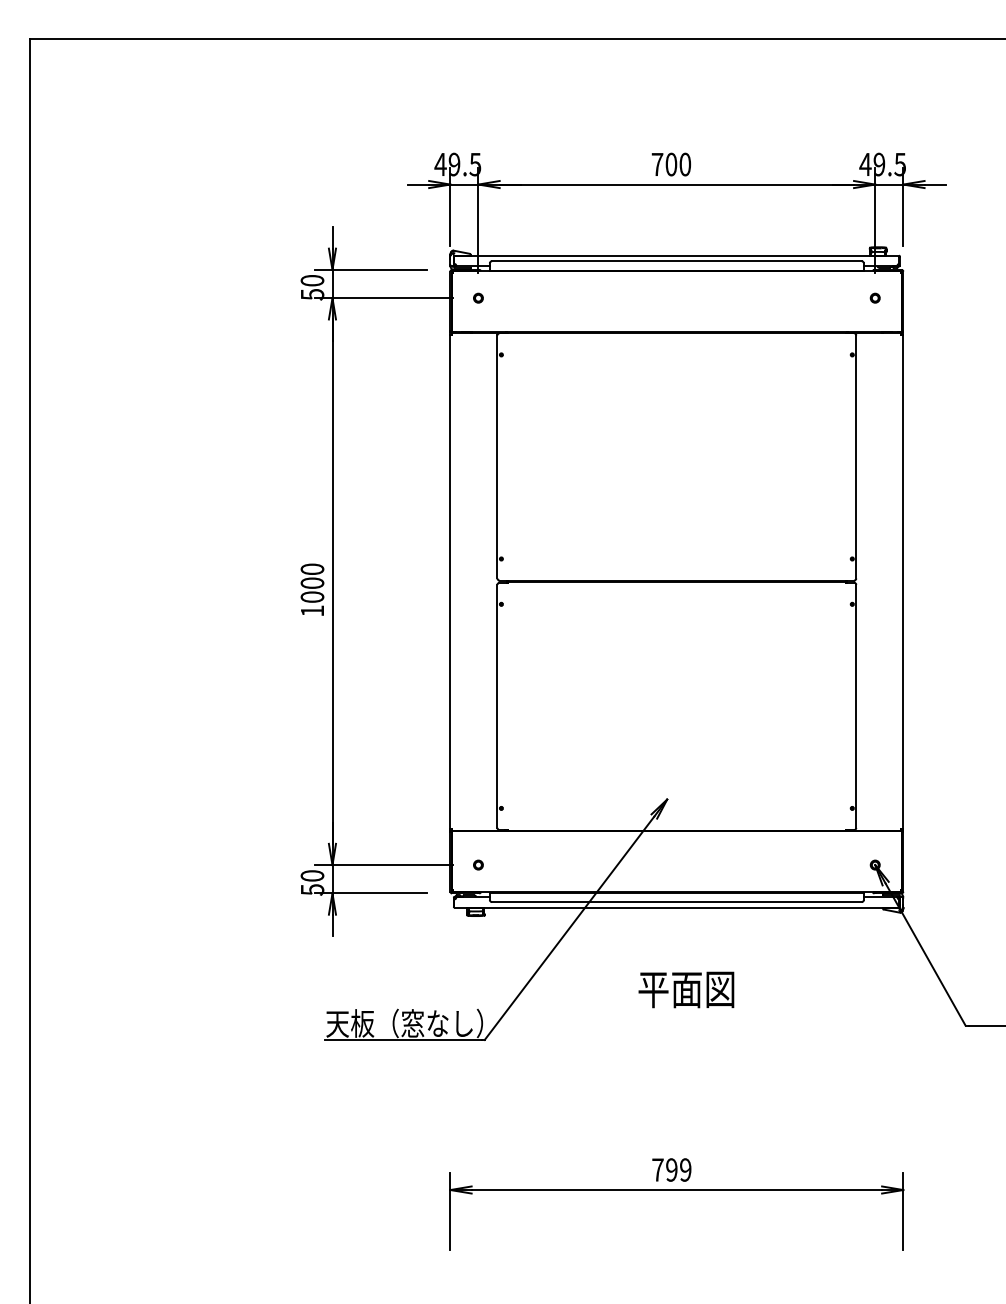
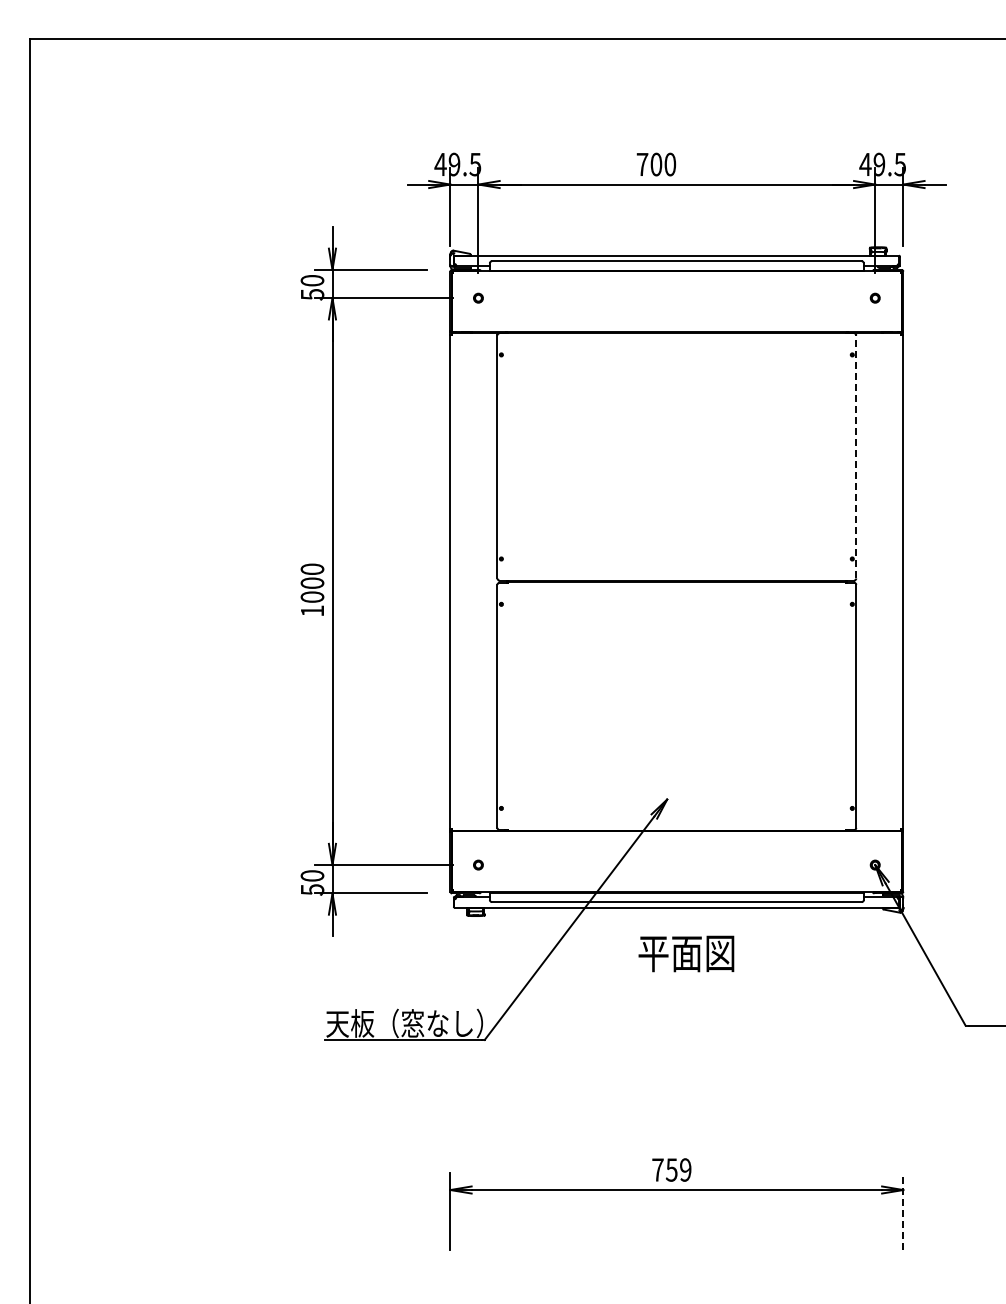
text at (670, 164) position: (670, 164) -> (655, 164)
line at (856, 456): solid -> dashed
text at (686, 989) position: (686, 989) -> (686, 953)
text at (671, 1169): 799 -> 759
line at (903, 1211): solid -> dashed
